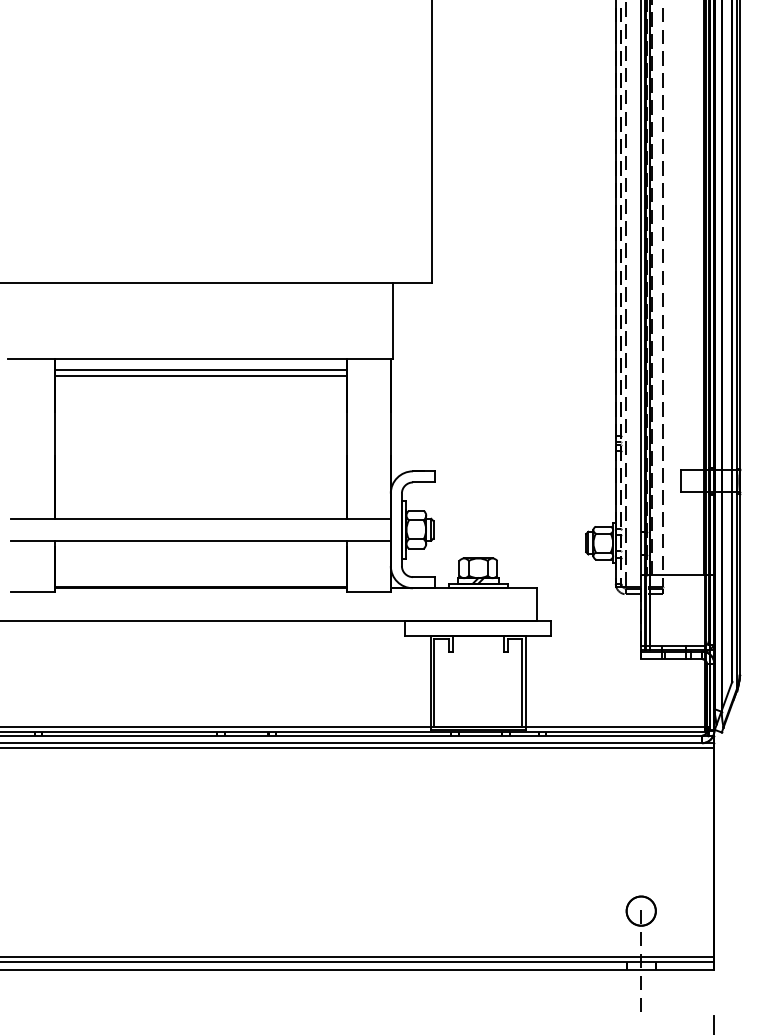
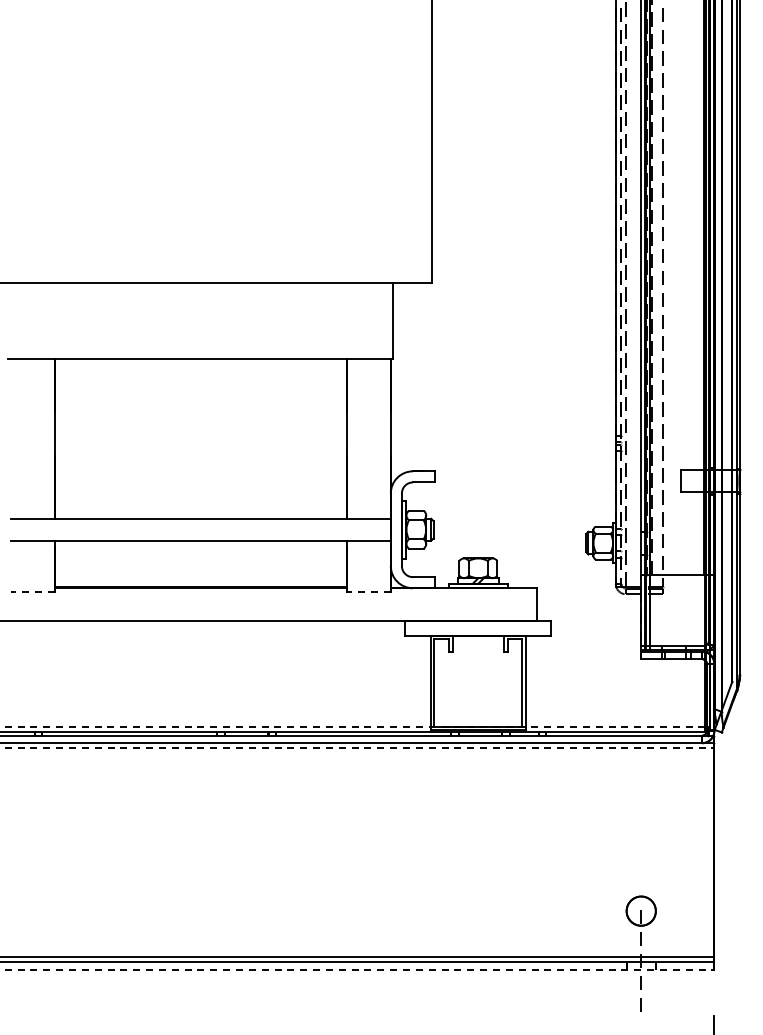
line at (200, 369): present -> none
line at (200, 376): present -> none
line at (32, 592): solid -> dashed
line at (368, 592): solid -> dashed
line at (352, 726): solid -> dashed
line at (357, 747): solid -> dashed
line at (357, 969): solid -> dashed
